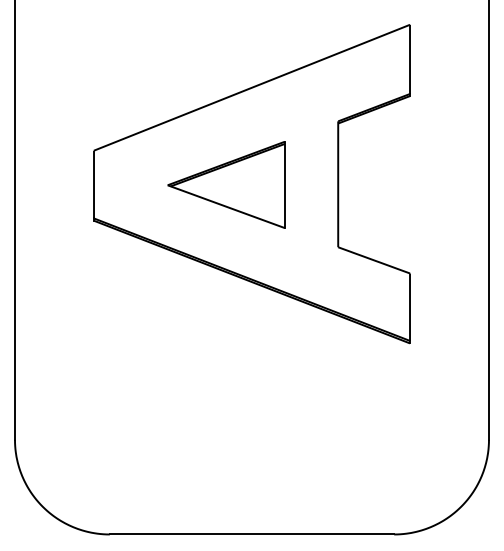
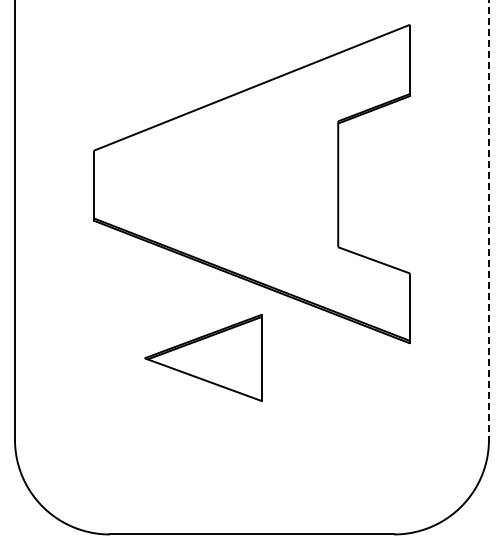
part at (226, 184) position: (226, 184) -> (203, 357)
line at (489, 220): solid -> dashed
